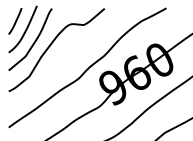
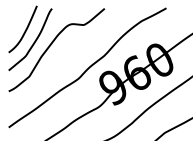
line at (15, 21): present -> none
